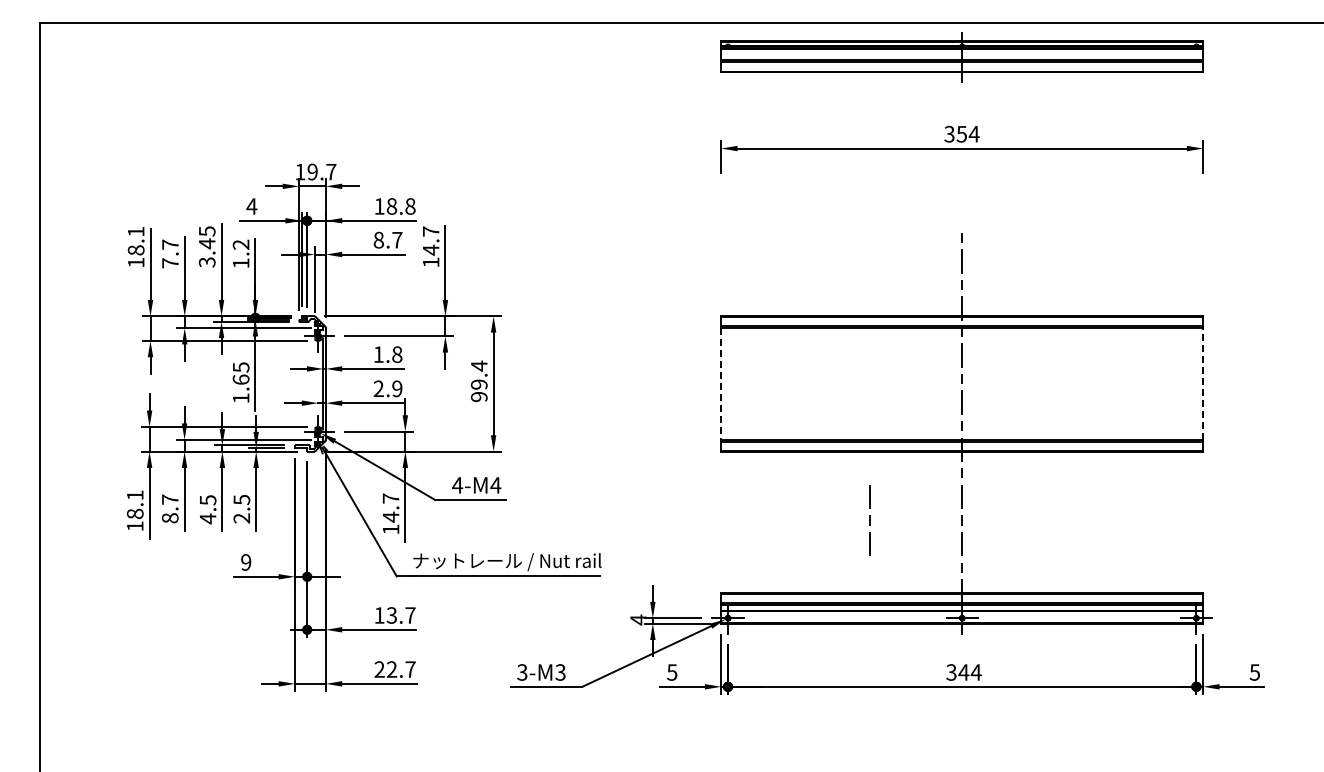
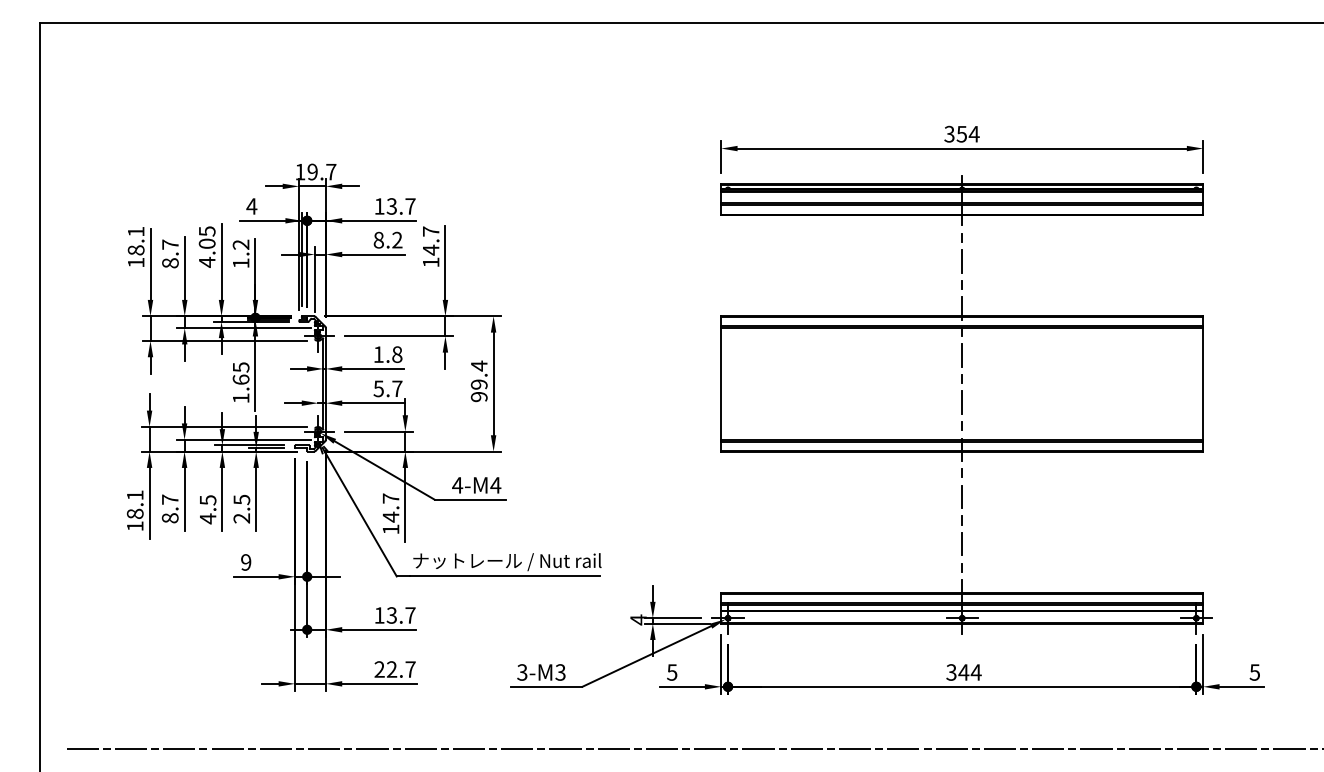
part at (961, 57) position: (961, 57) -> (961, 200)
text at (400, 206): 18.8 -> 13.7
text at (397, 239): 8.7 -> 8.2
text at (206, 252): 3.45 -> 4.05
text at (170, 263): 7.7 -> 8.7
line at (721, 383): dashed -> solid
line at (1203, 383): dashed -> solid
text at (387, 388): 2.9 -> 5.7
line at (869, 520): present -> none
line at (693, 748): none -> present
